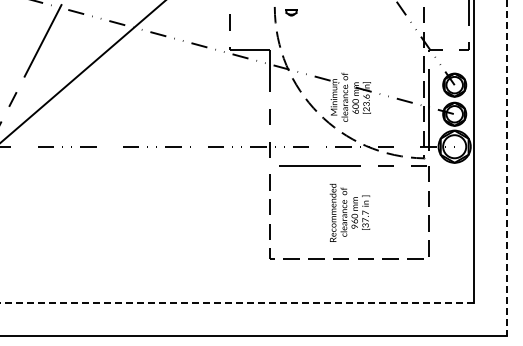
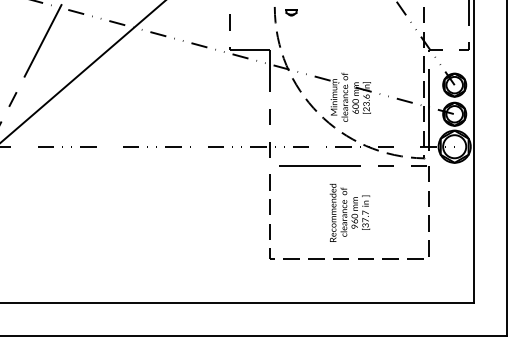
line at (507, 167): dashed -> solid
line at (237, 302): dashed -> solid
